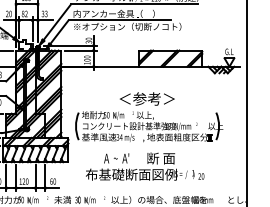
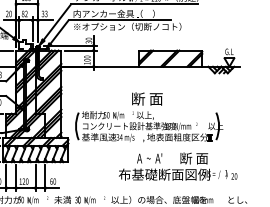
text at (146, 98): ＜参考＞ -> 断 面
line at (247, 102): present -> none
text at (145, 166) position: (145, 166) -> (178, 166)
